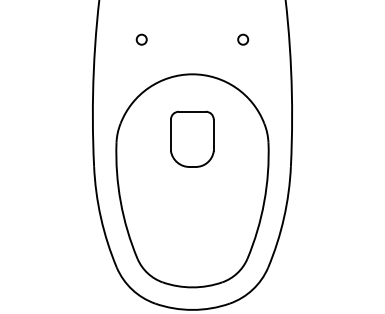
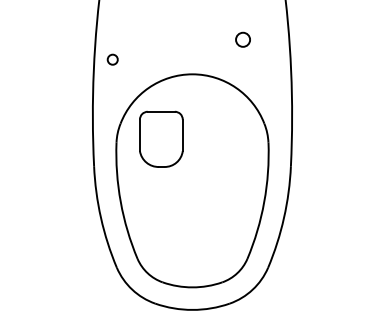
circle at (141, 39) position: (141, 39) -> (112, 59)
circle at (243, 39) size: 13x13 px -> 16x17 px
part at (192, 138) position: (192, 138) -> (161, 138)
